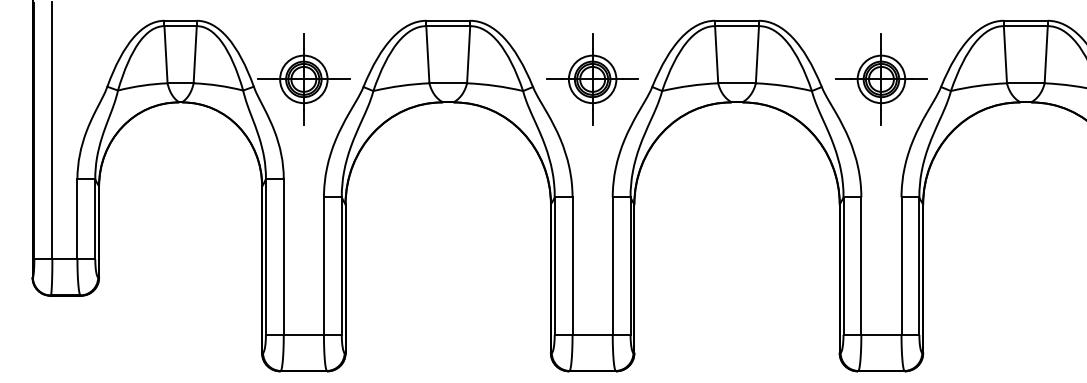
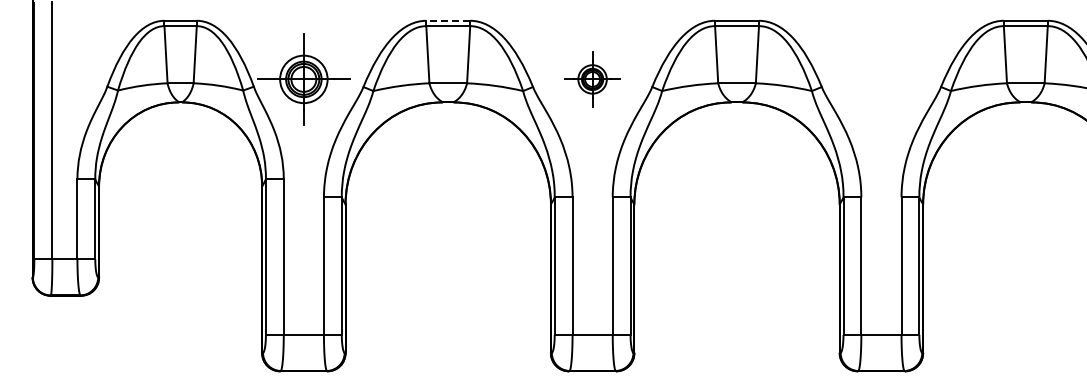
line at (448, 20): solid -> dashed
part at (592, 79) size: 93x93 px -> 57x57 px
part at (881, 79): present -> none
